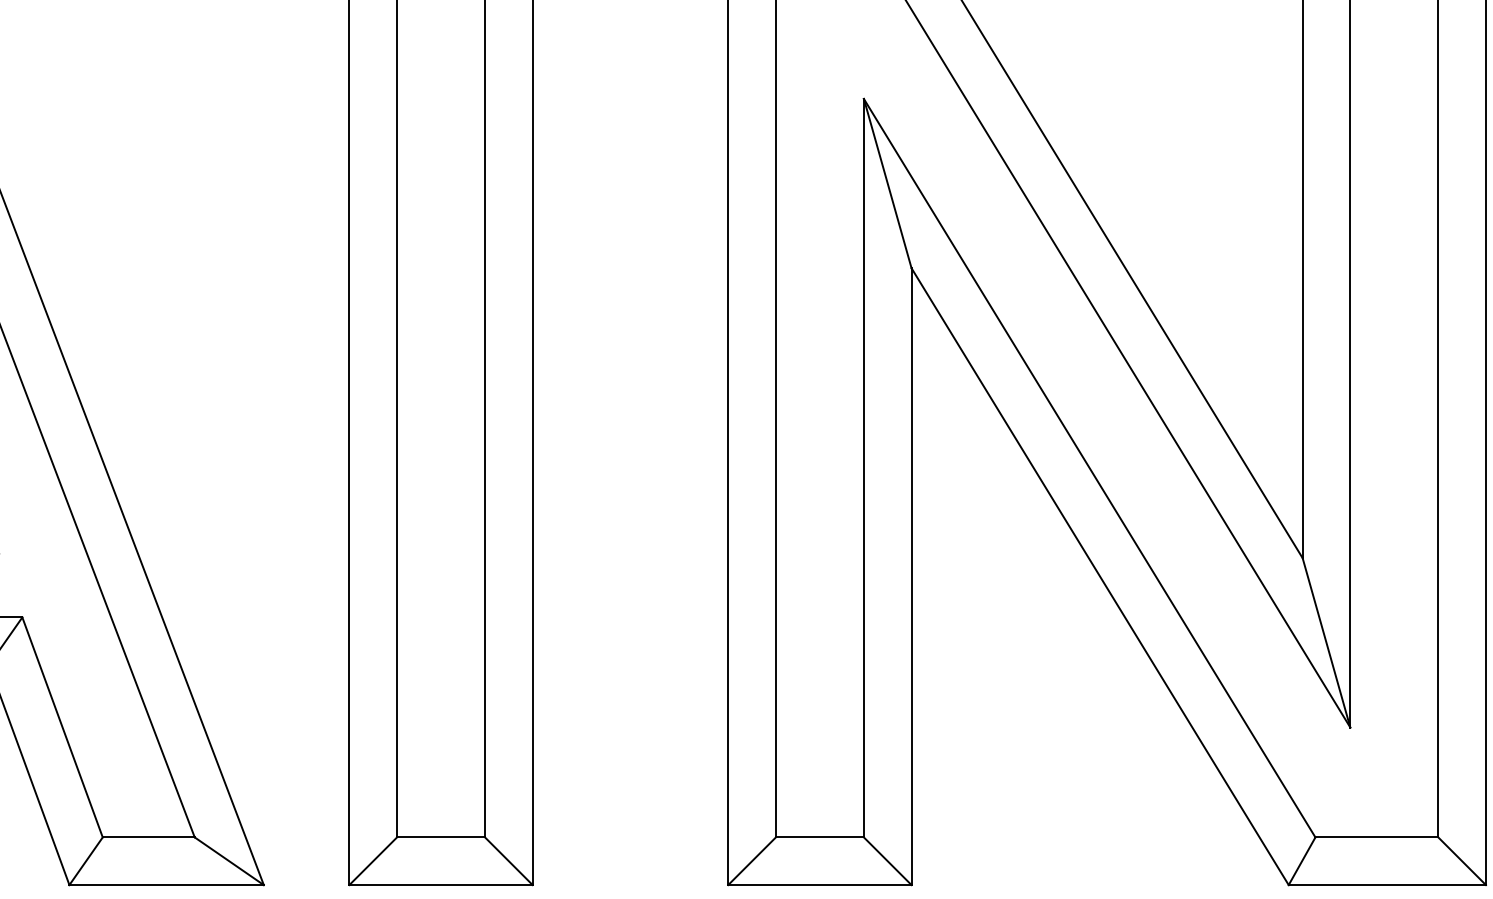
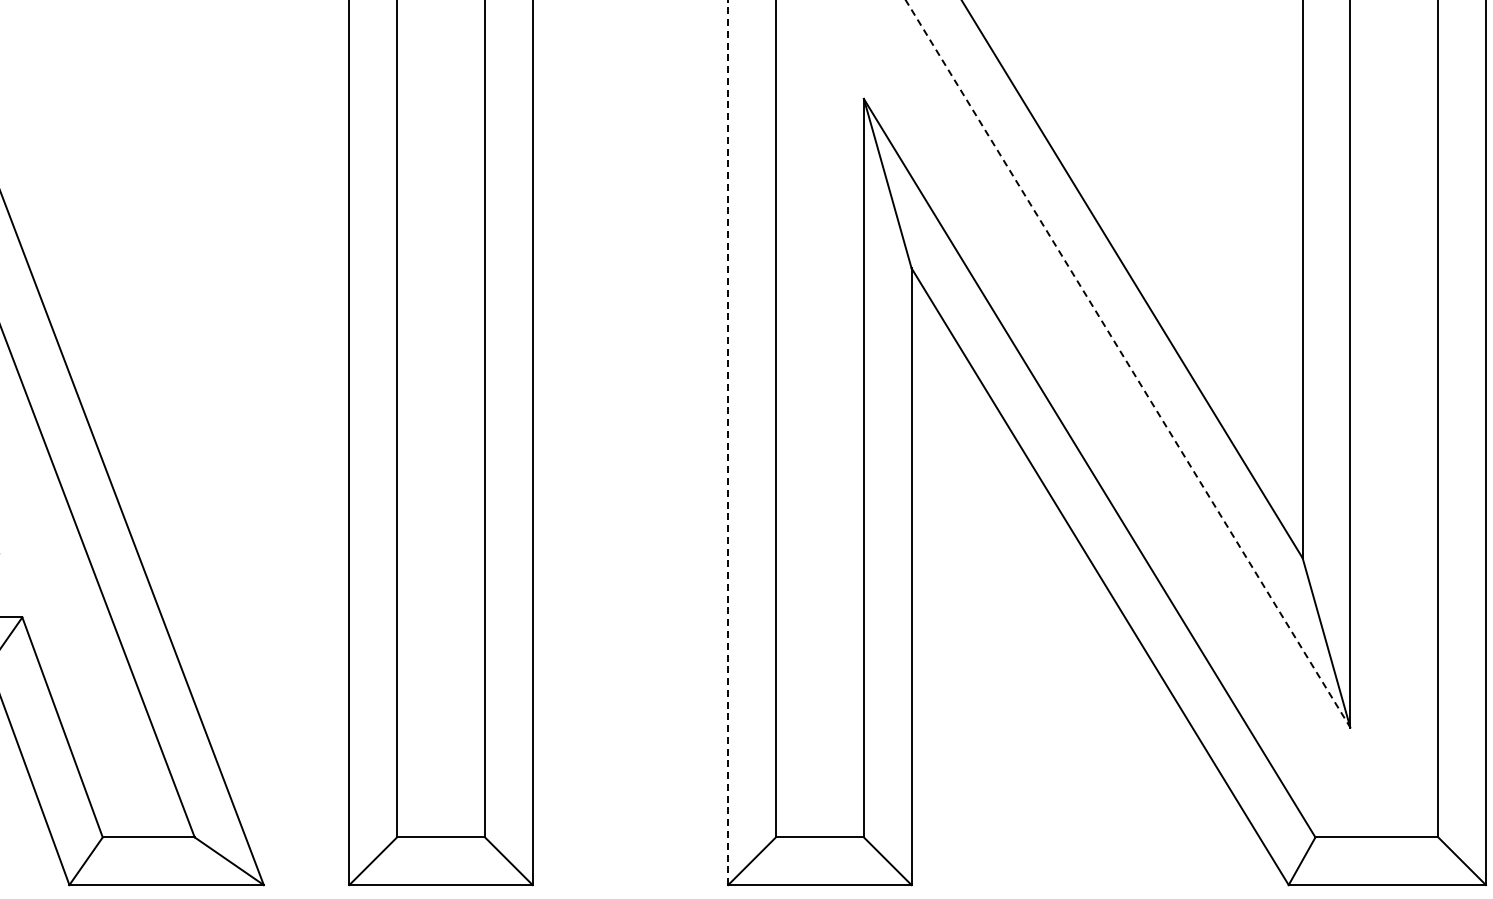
line at (1128, 364): solid -> dashed
line at (728, 442): solid -> dashed
